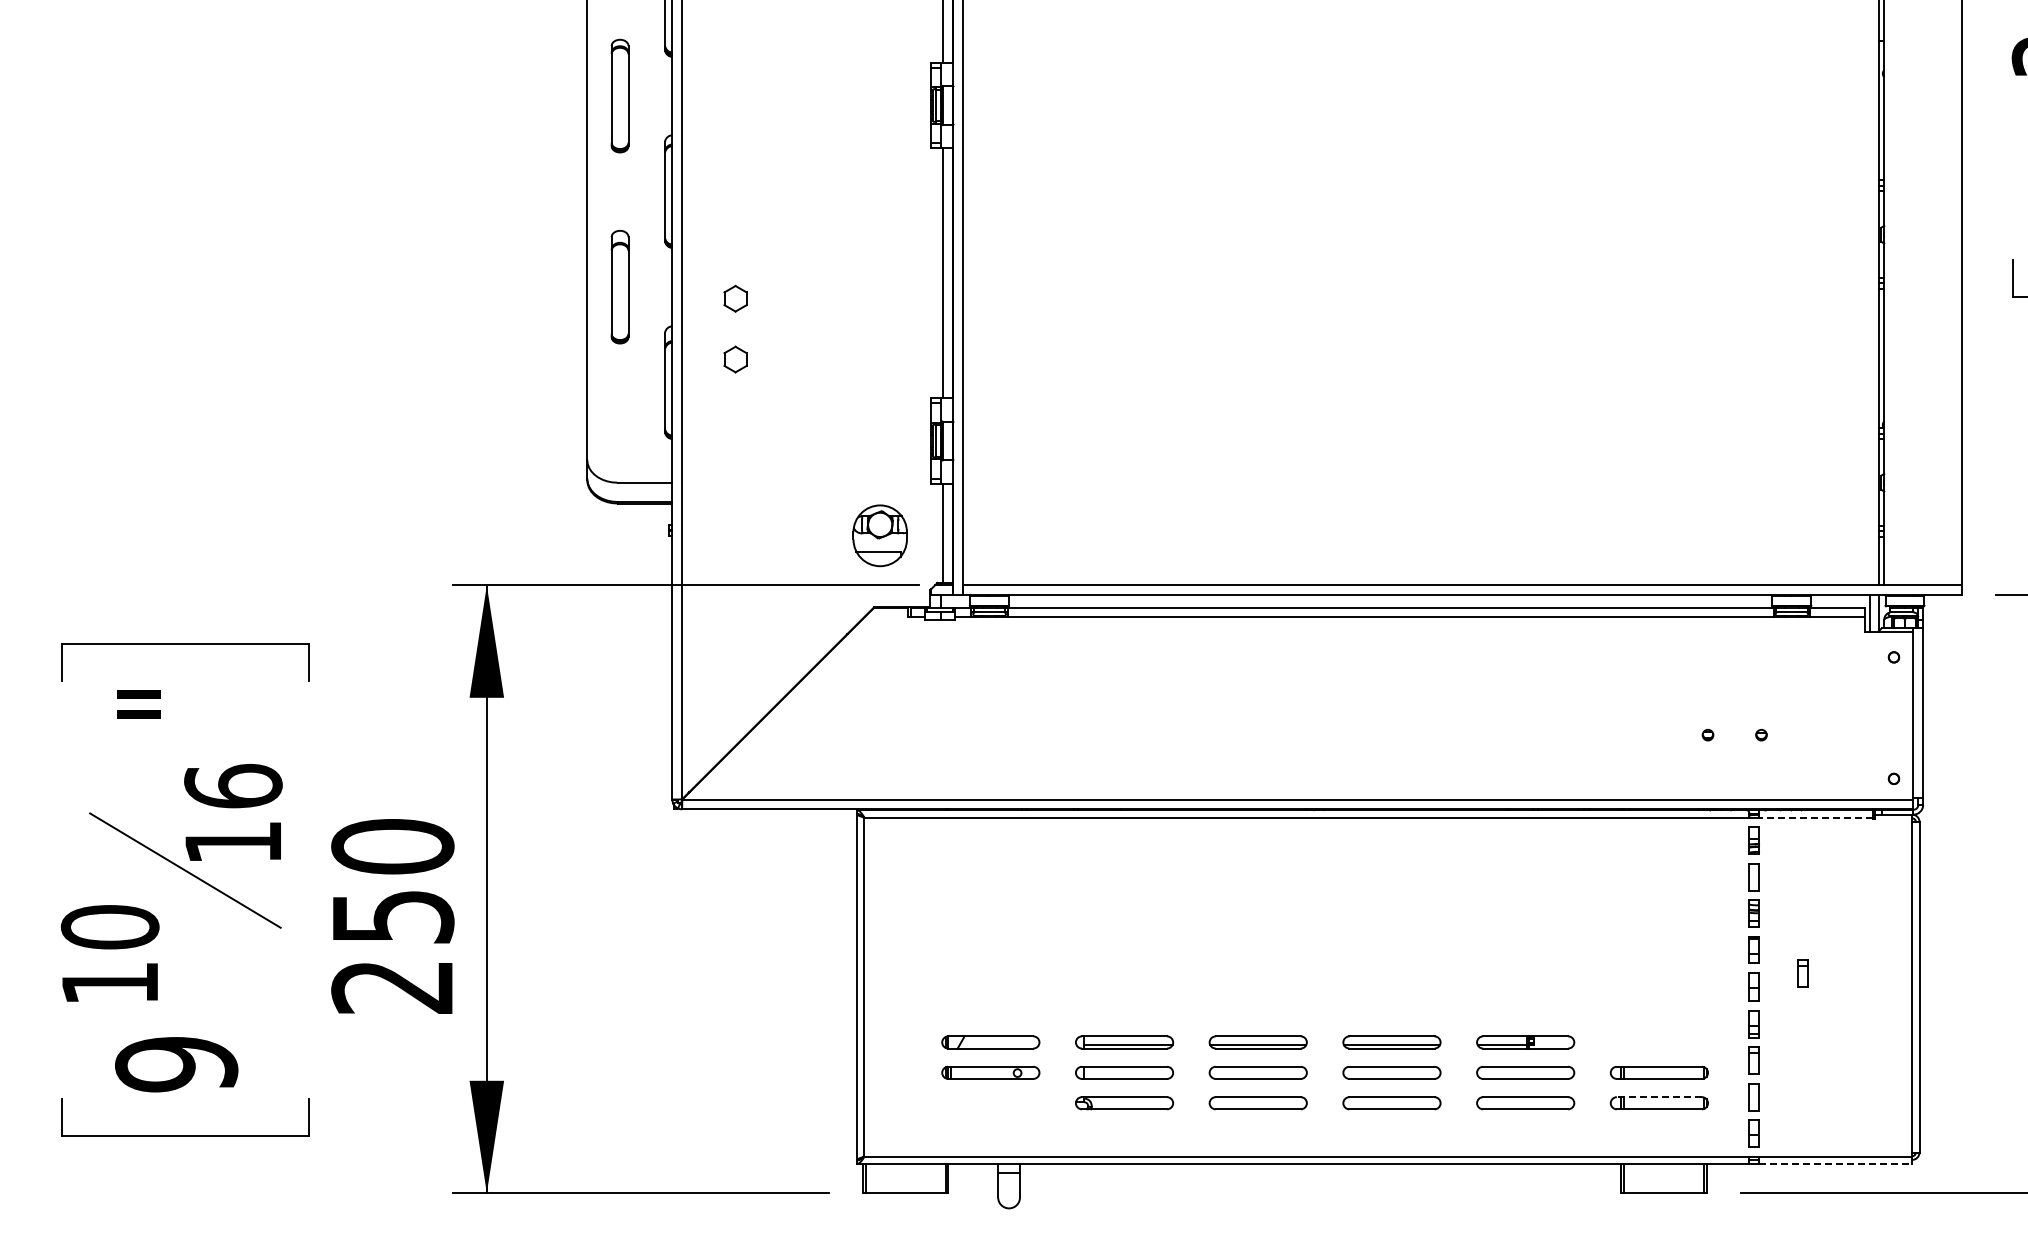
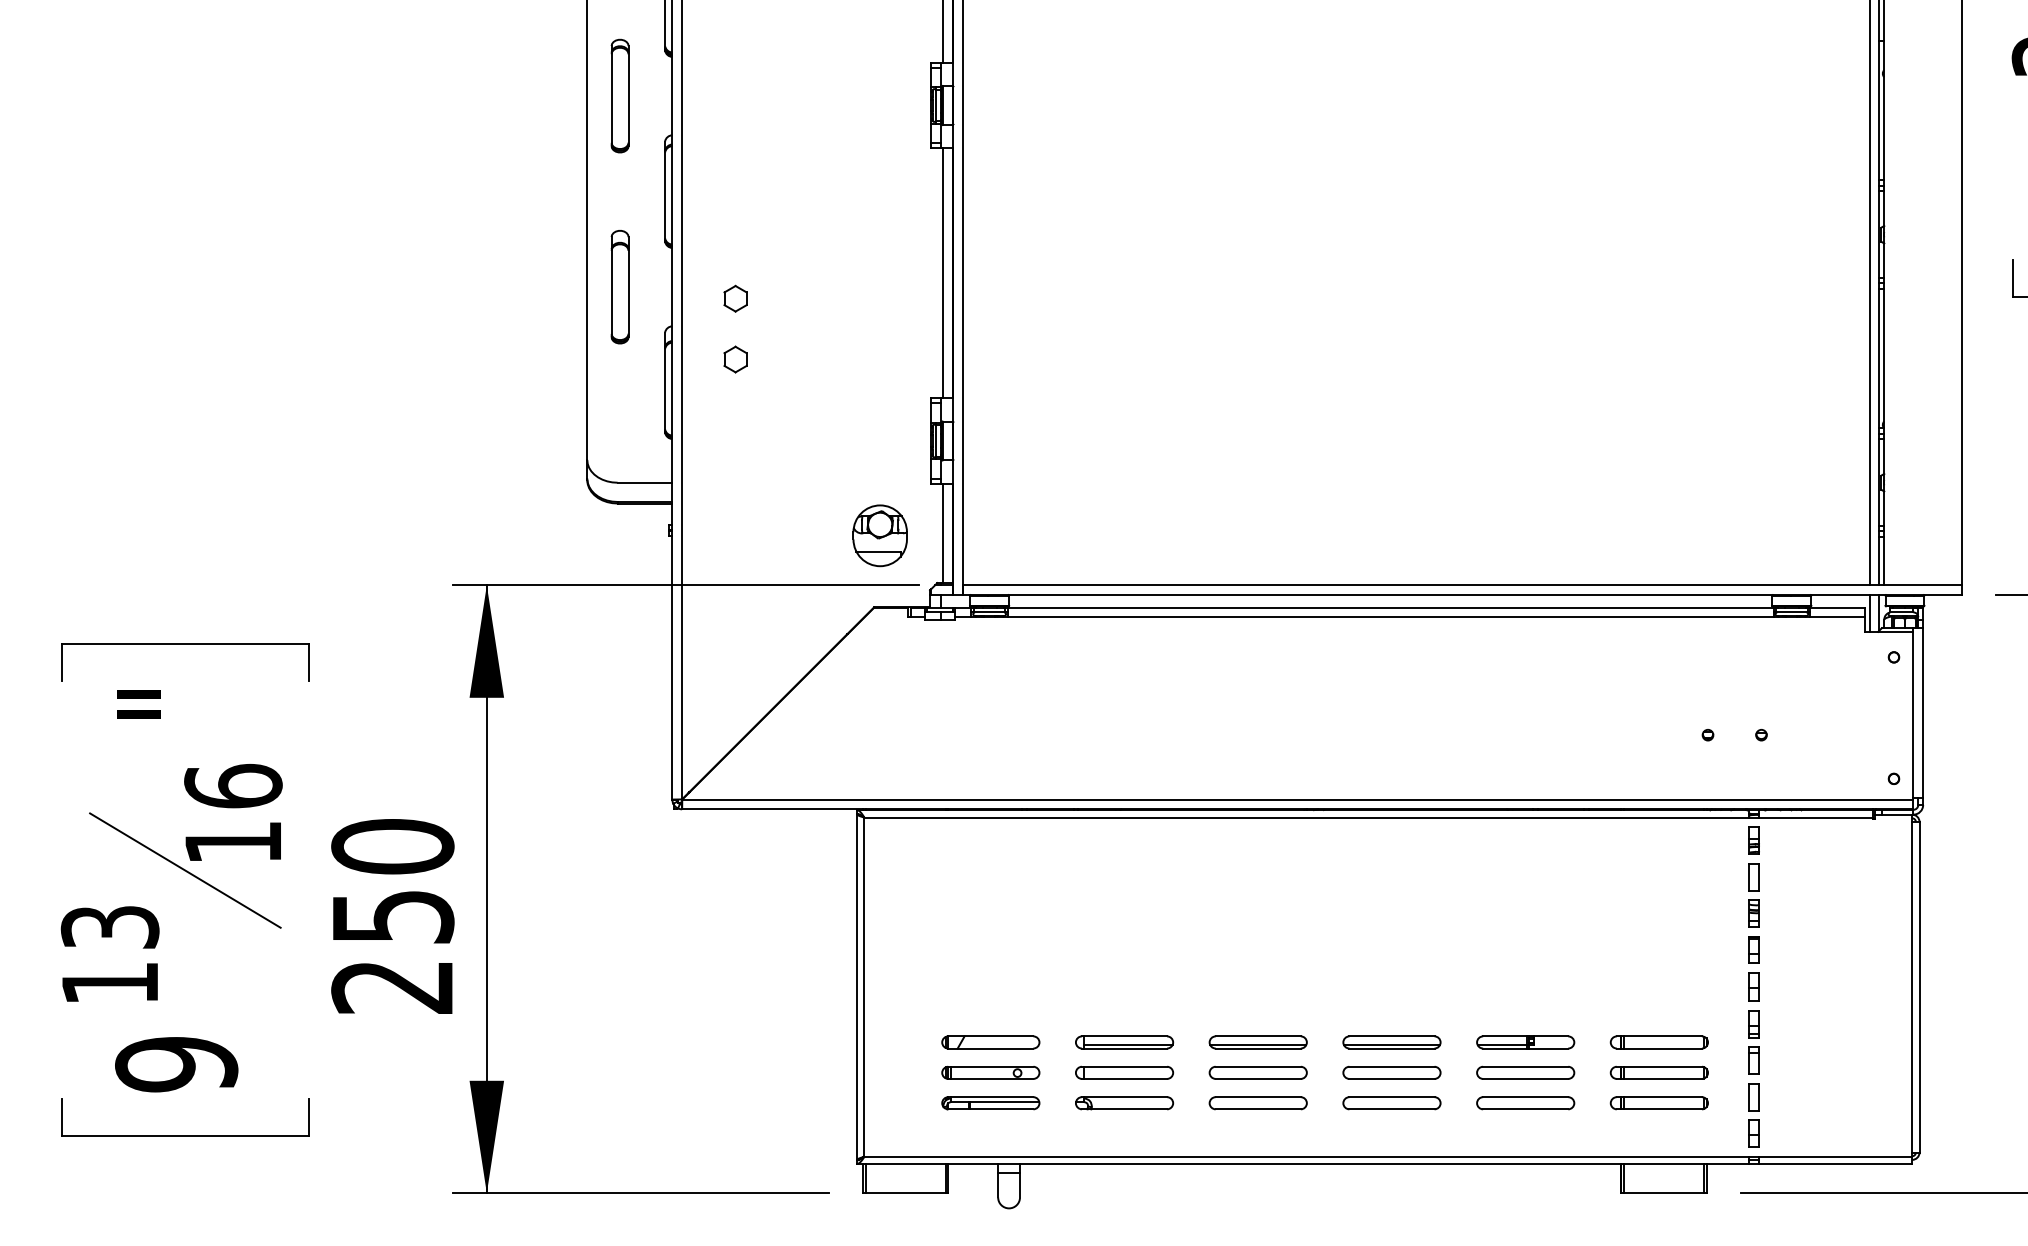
line at (1869, 293): none -> present
line at (1815, 817): dashed -> solid
text at (109, 927): 10 -> 13
part at (1802, 973): present -> none
part at (1658, 1042): none -> present
line at (1659, 1097): dashed -> solid
part at (990, 1103): none -> present
line at (1835, 1164): dashed -> solid
